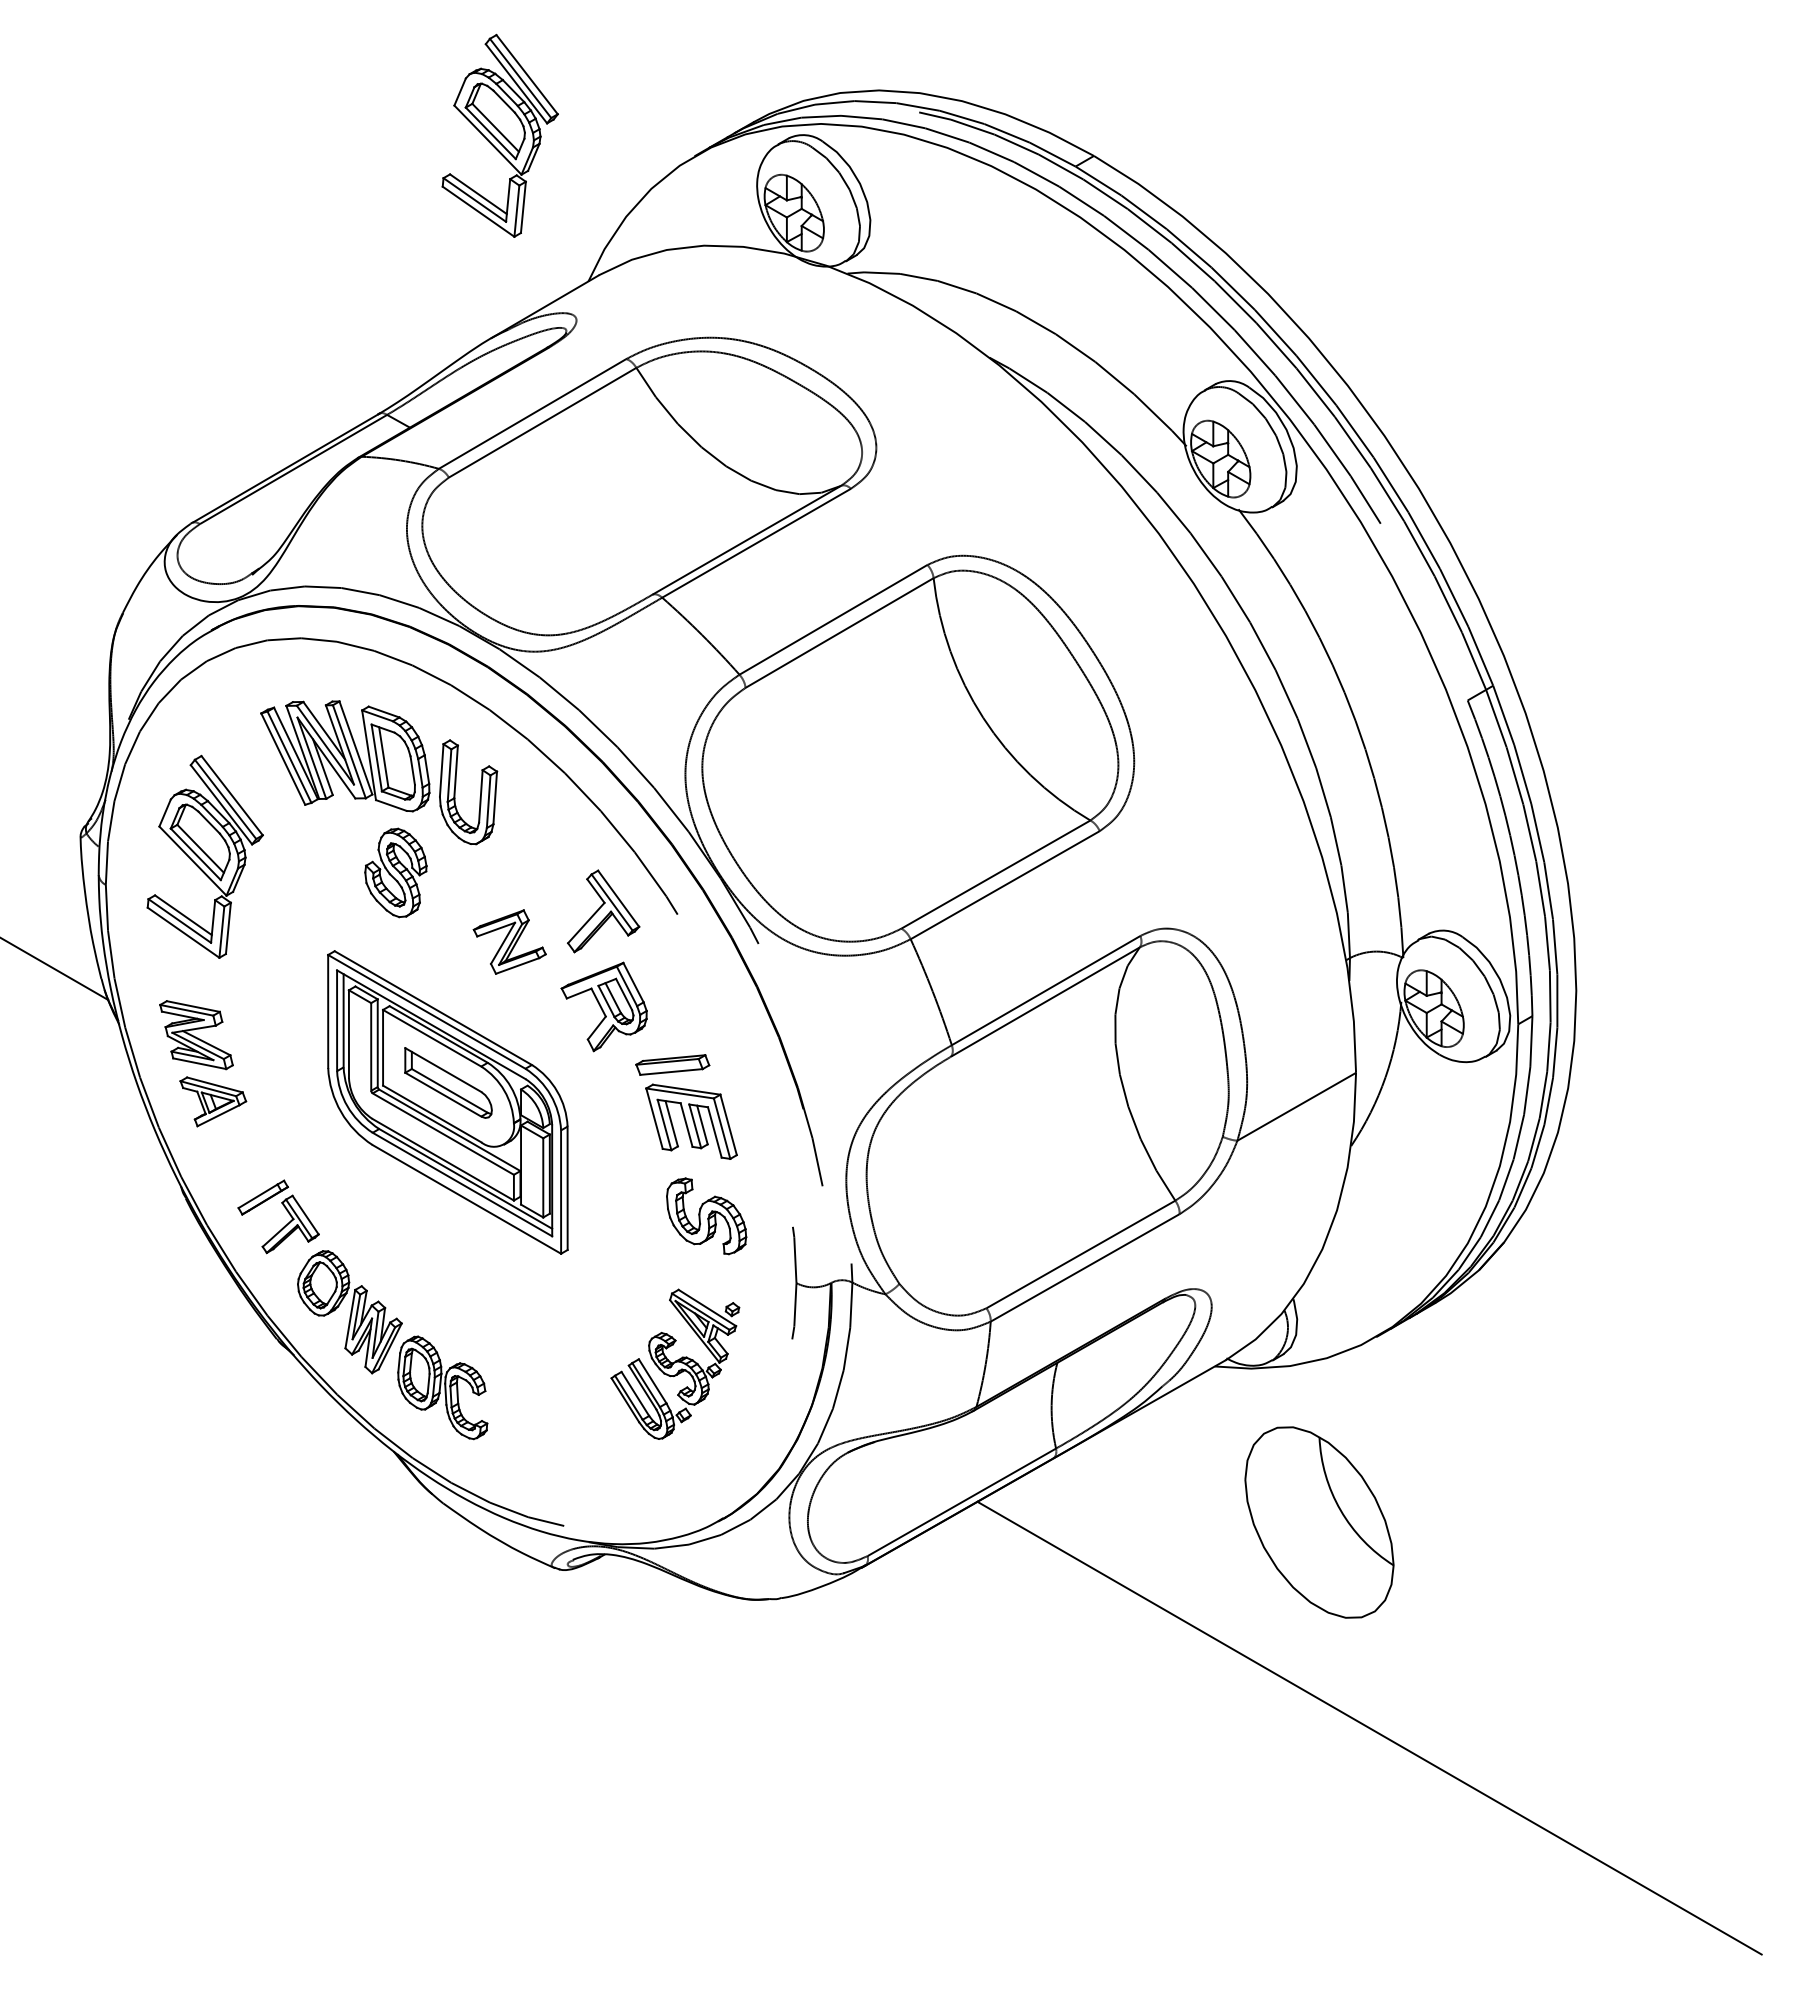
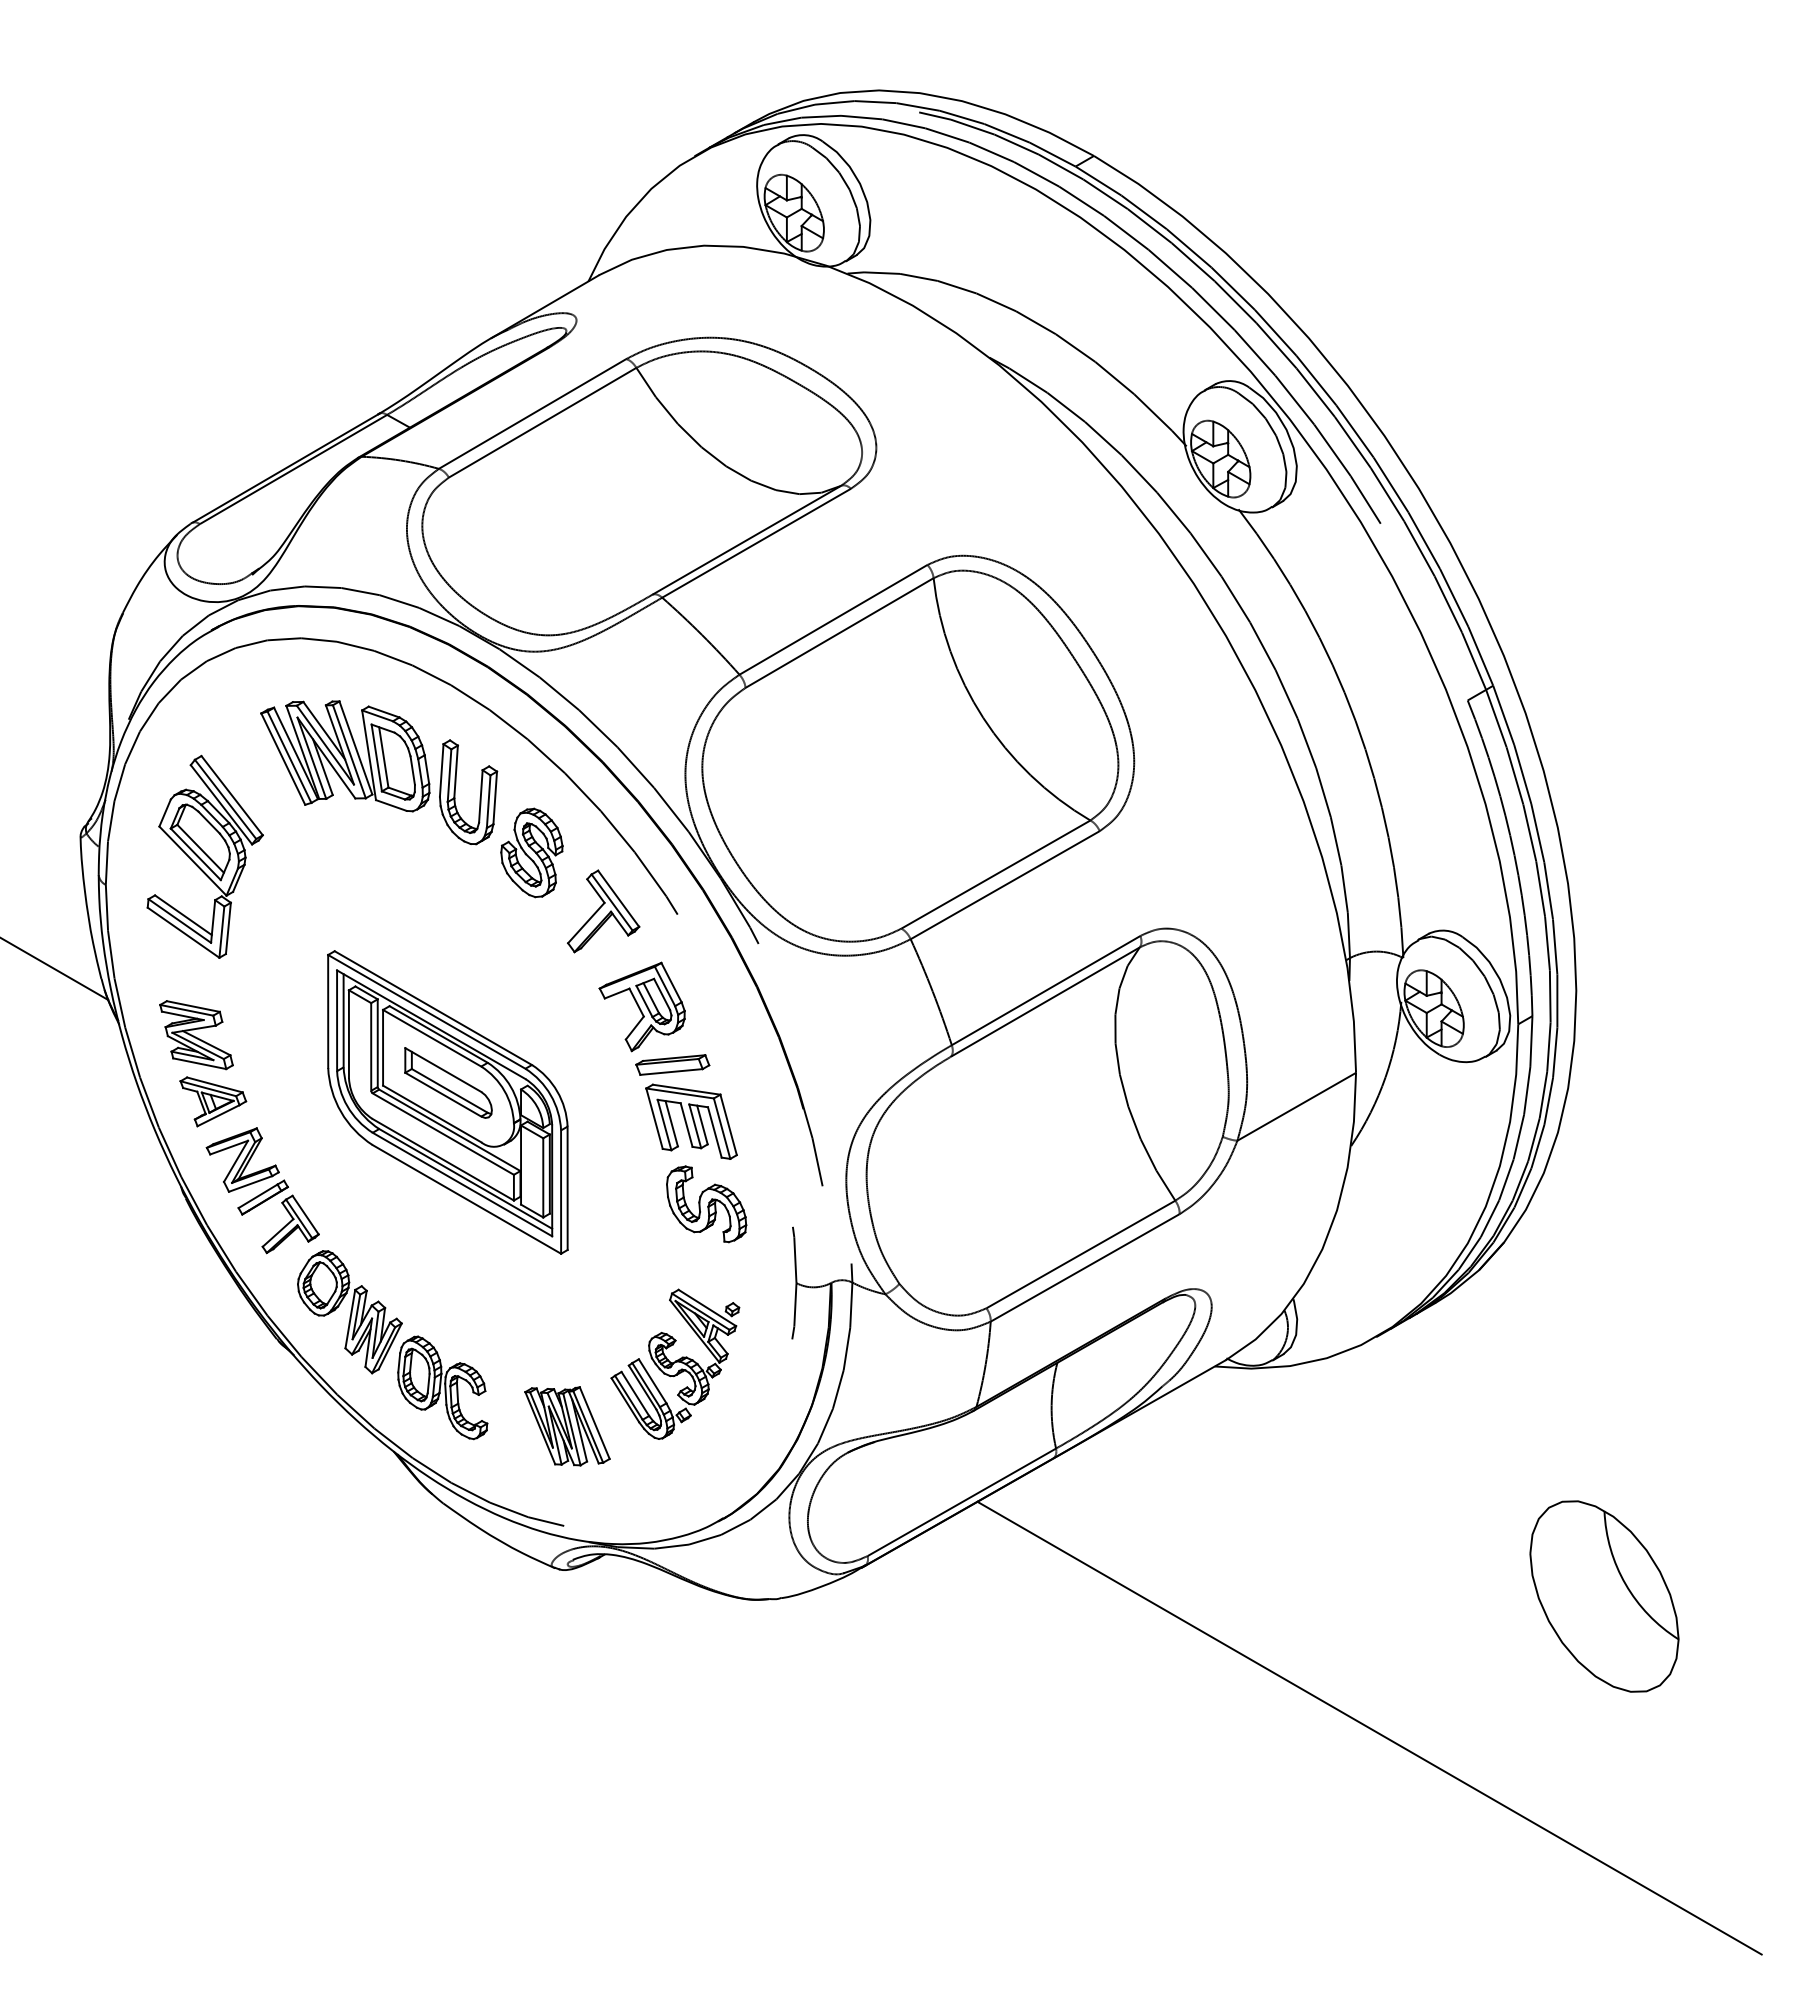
part at (499, 135): present -> none
part at (395, 872) position: (395, 872) -> (531, 852)
part at (509, 941) position: (509, 941) -> (242, 1159)
part at (603, 1006) position: (603, 1006) -> (641, 1006)
part at (706, 1216) position: (706, 1216) -> (706, 1204)
part at (567, 1426): none -> present
part at (1319, 1522) position: (1319, 1522) -> (1604, 1596)
